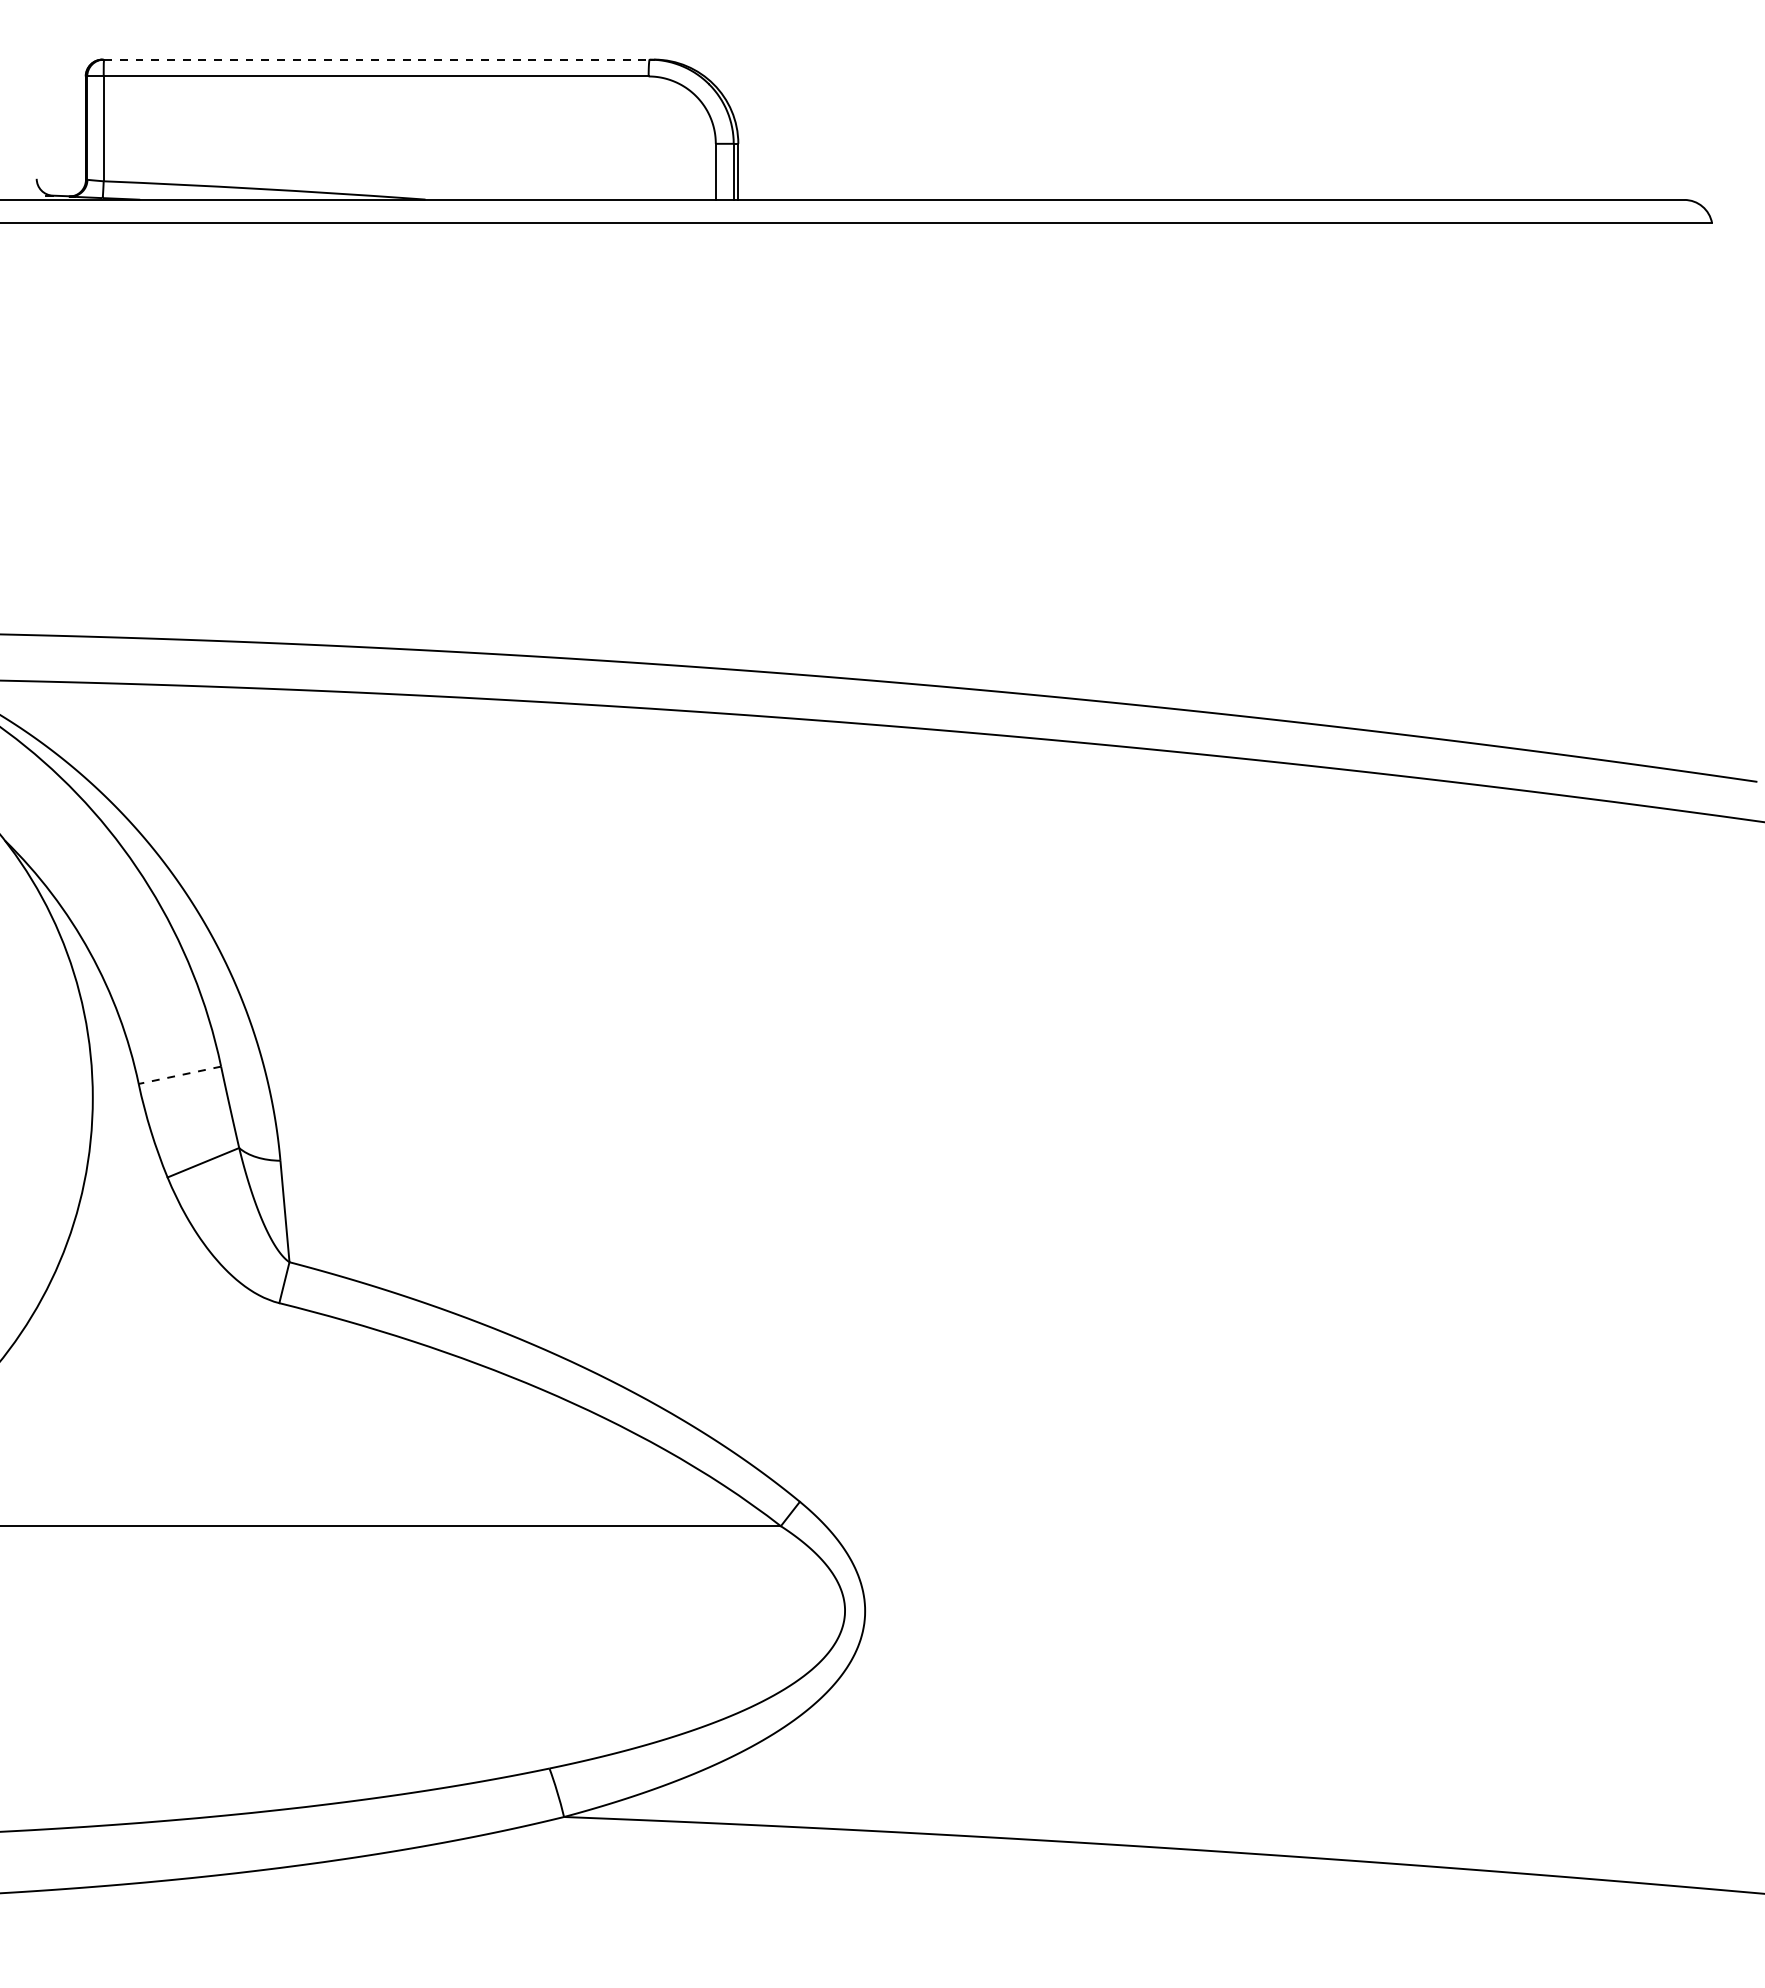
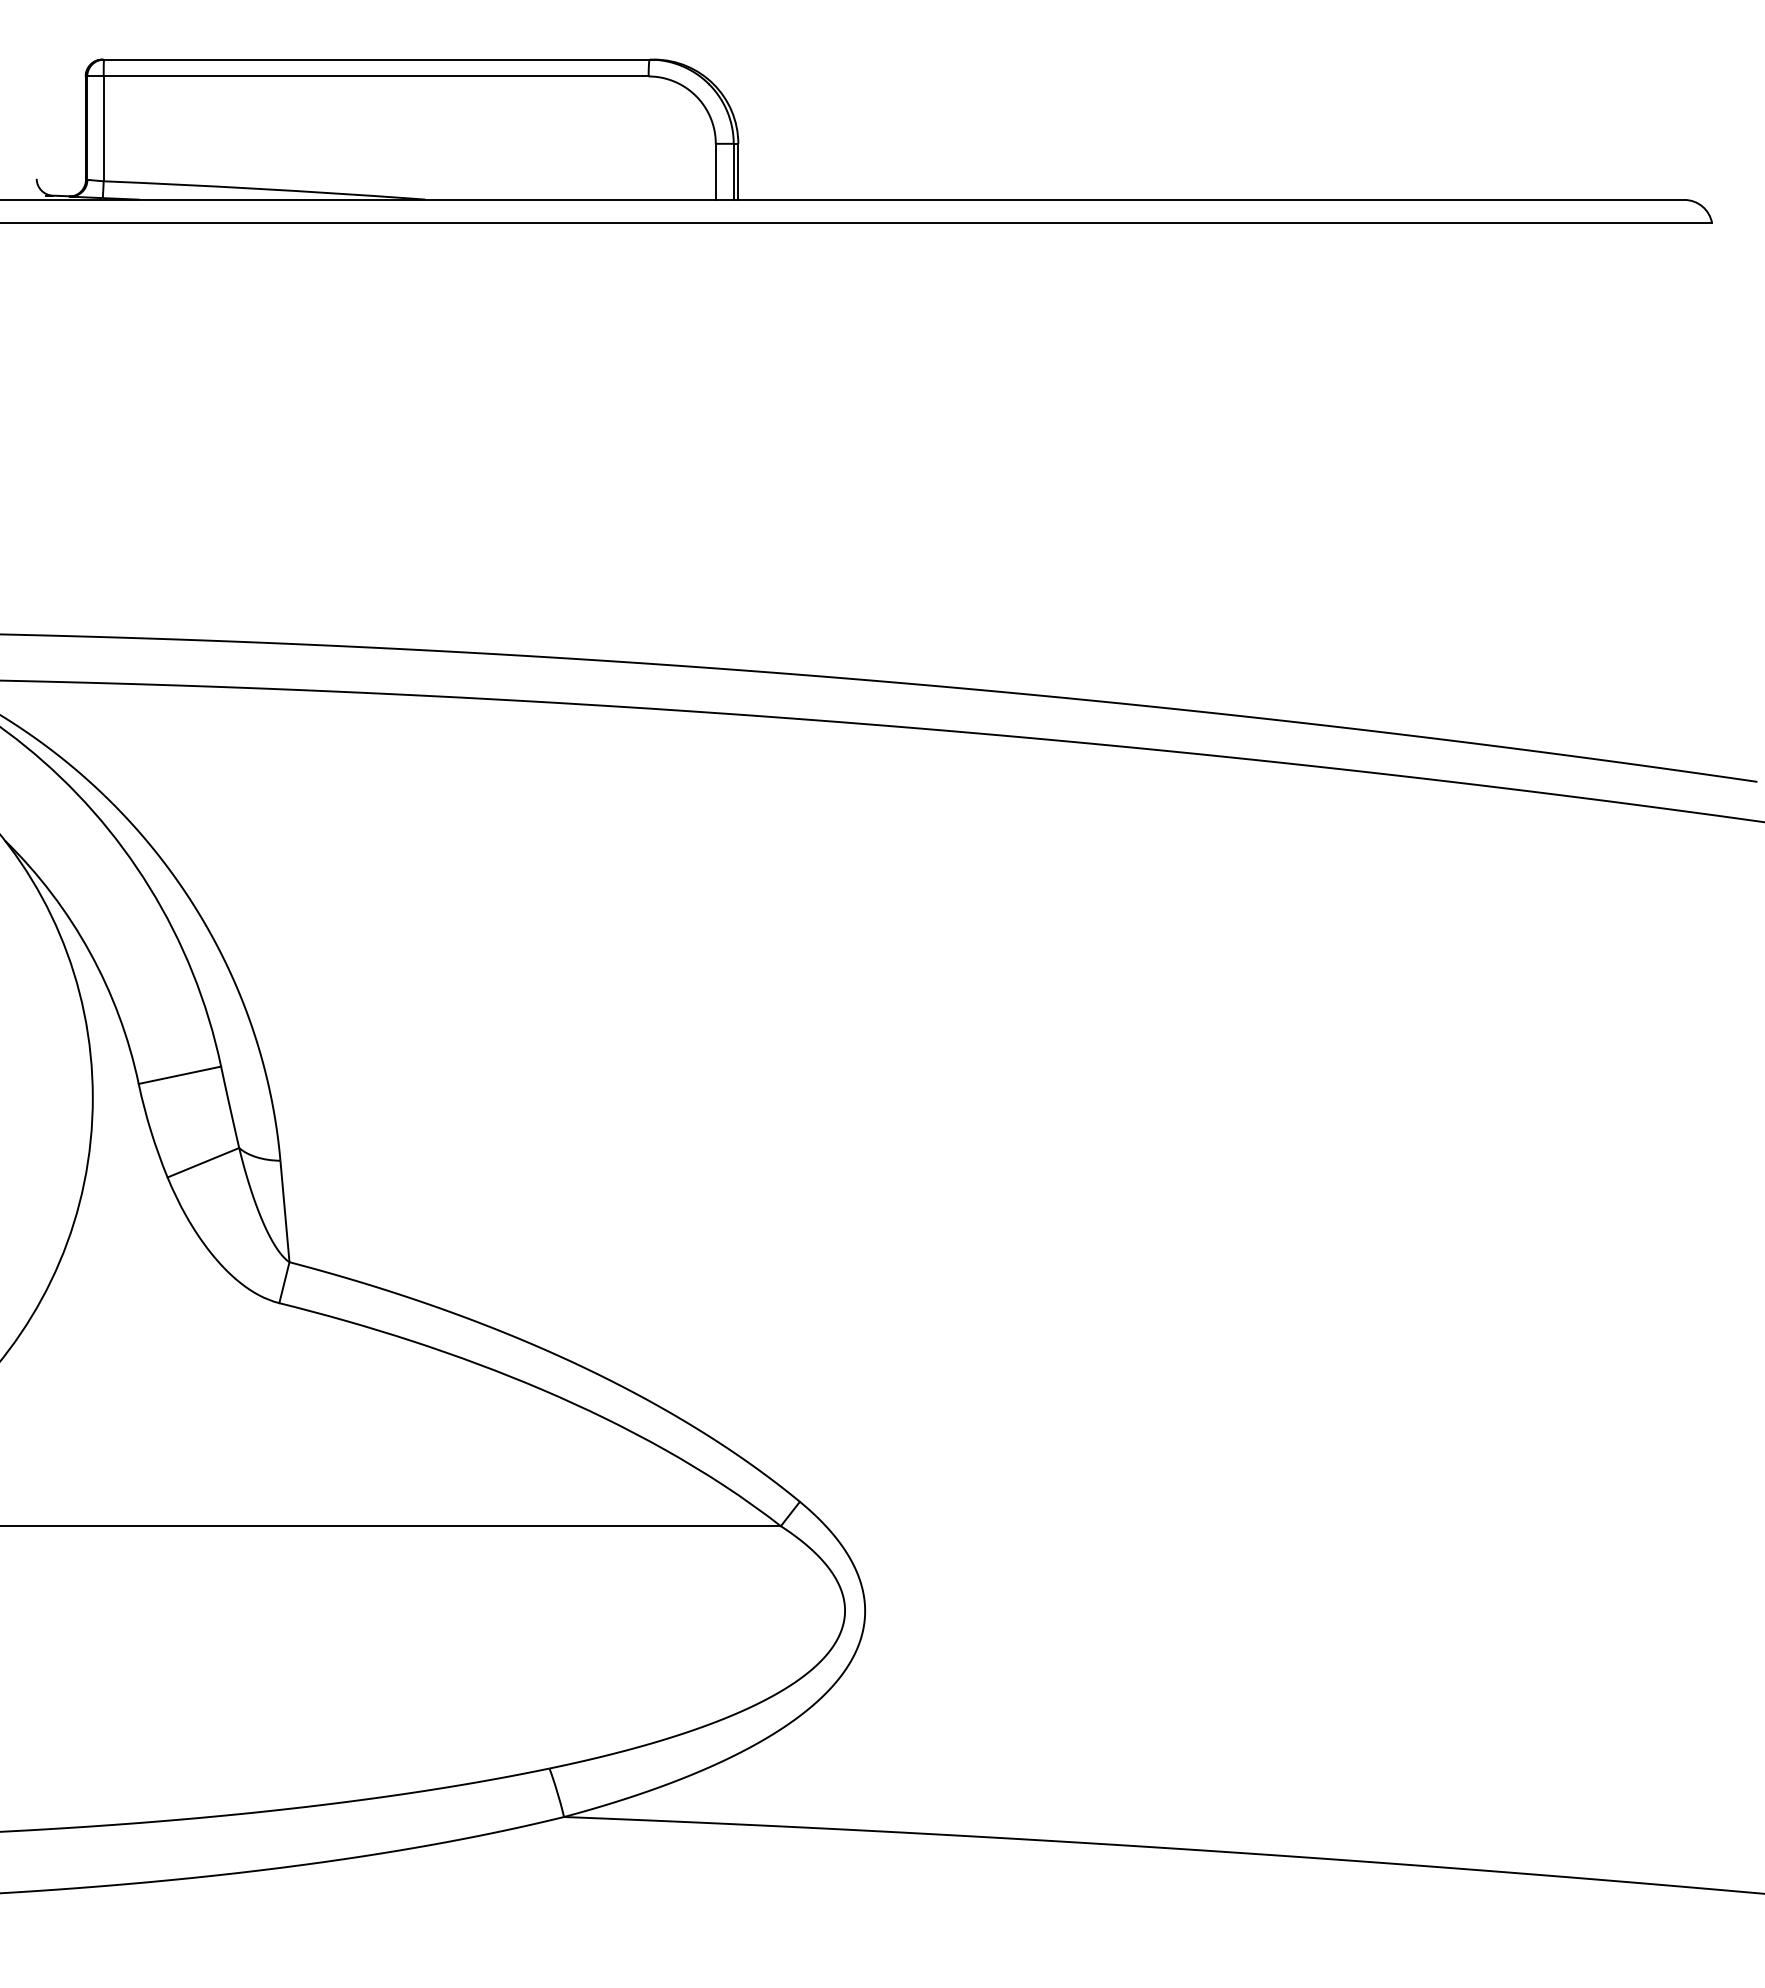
line at (376, 59): dashed -> solid
line at (179, 1075): dashed -> solid
